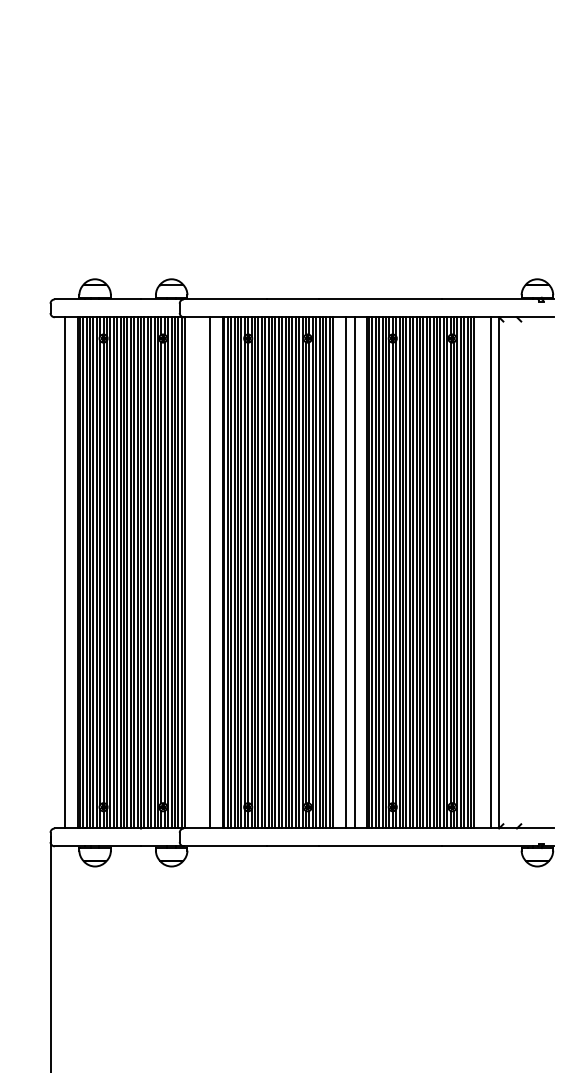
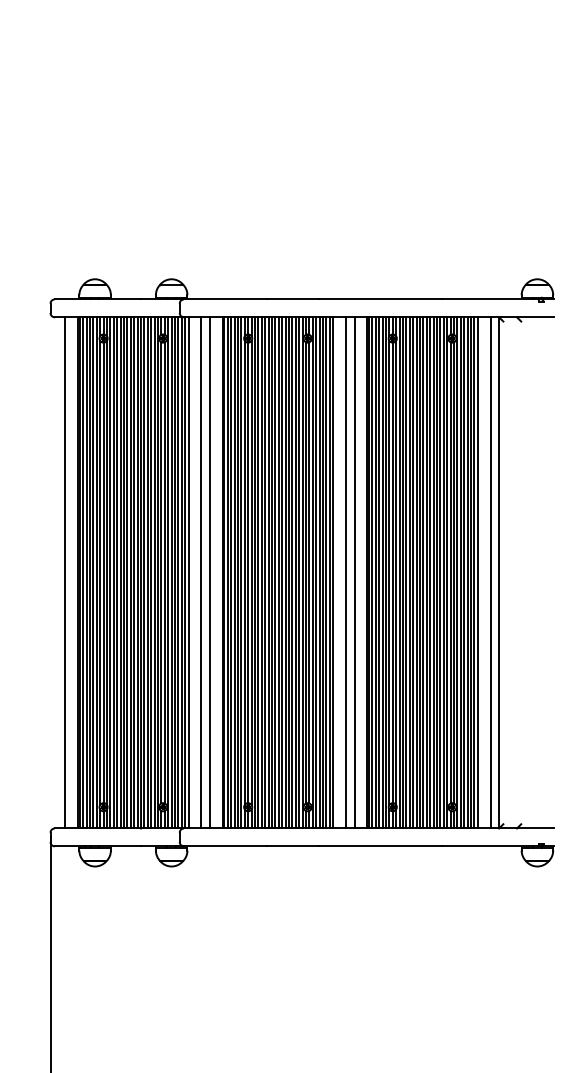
line at (188, 572): none -> present
line at (201, 572): none -> present
line at (477, 572): none -> present
